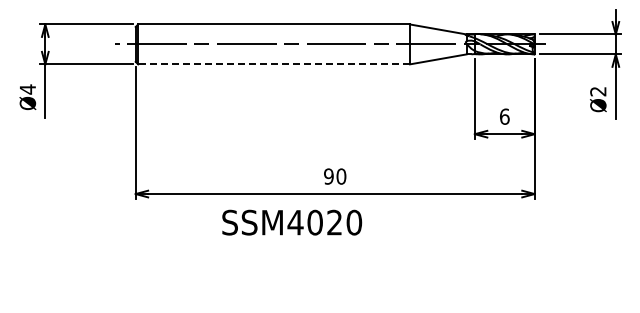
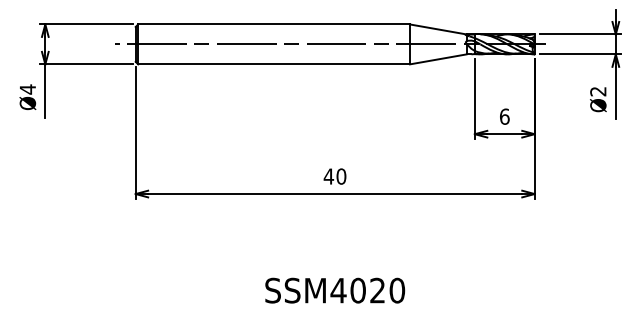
line at (274, 64): dashed -> solid
text at (328, 176): 90 -> 40
text at (292, 222) position: (292, 222) -> (335, 290)
